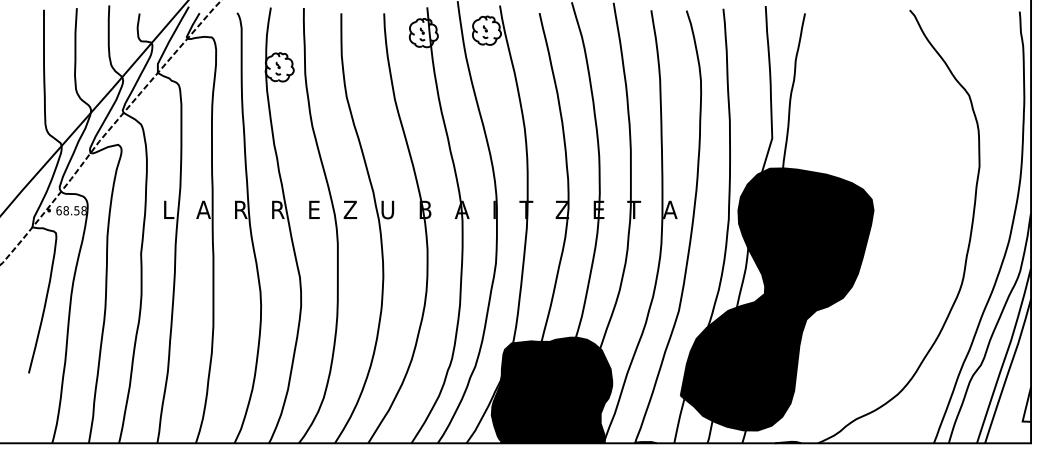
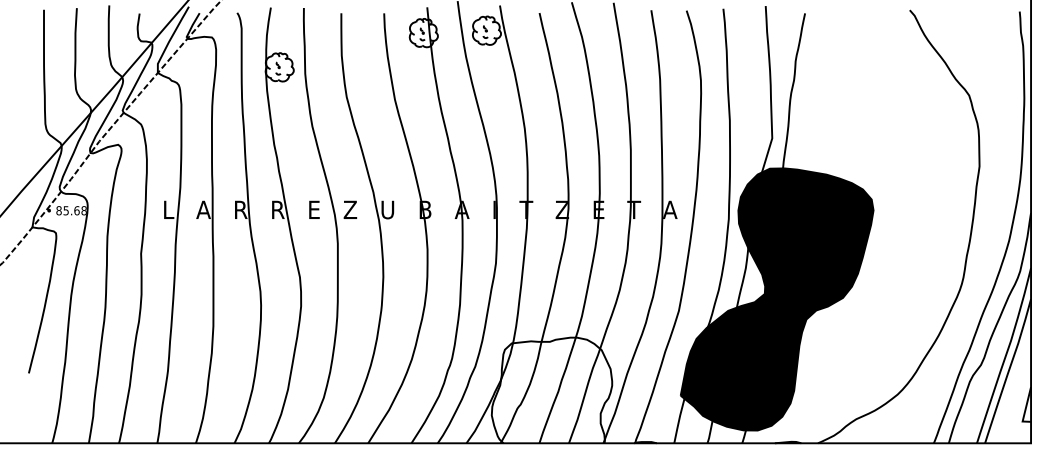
text at (67, 210): 68.58 -> 85.68
fill at (551, 390): present -> none
